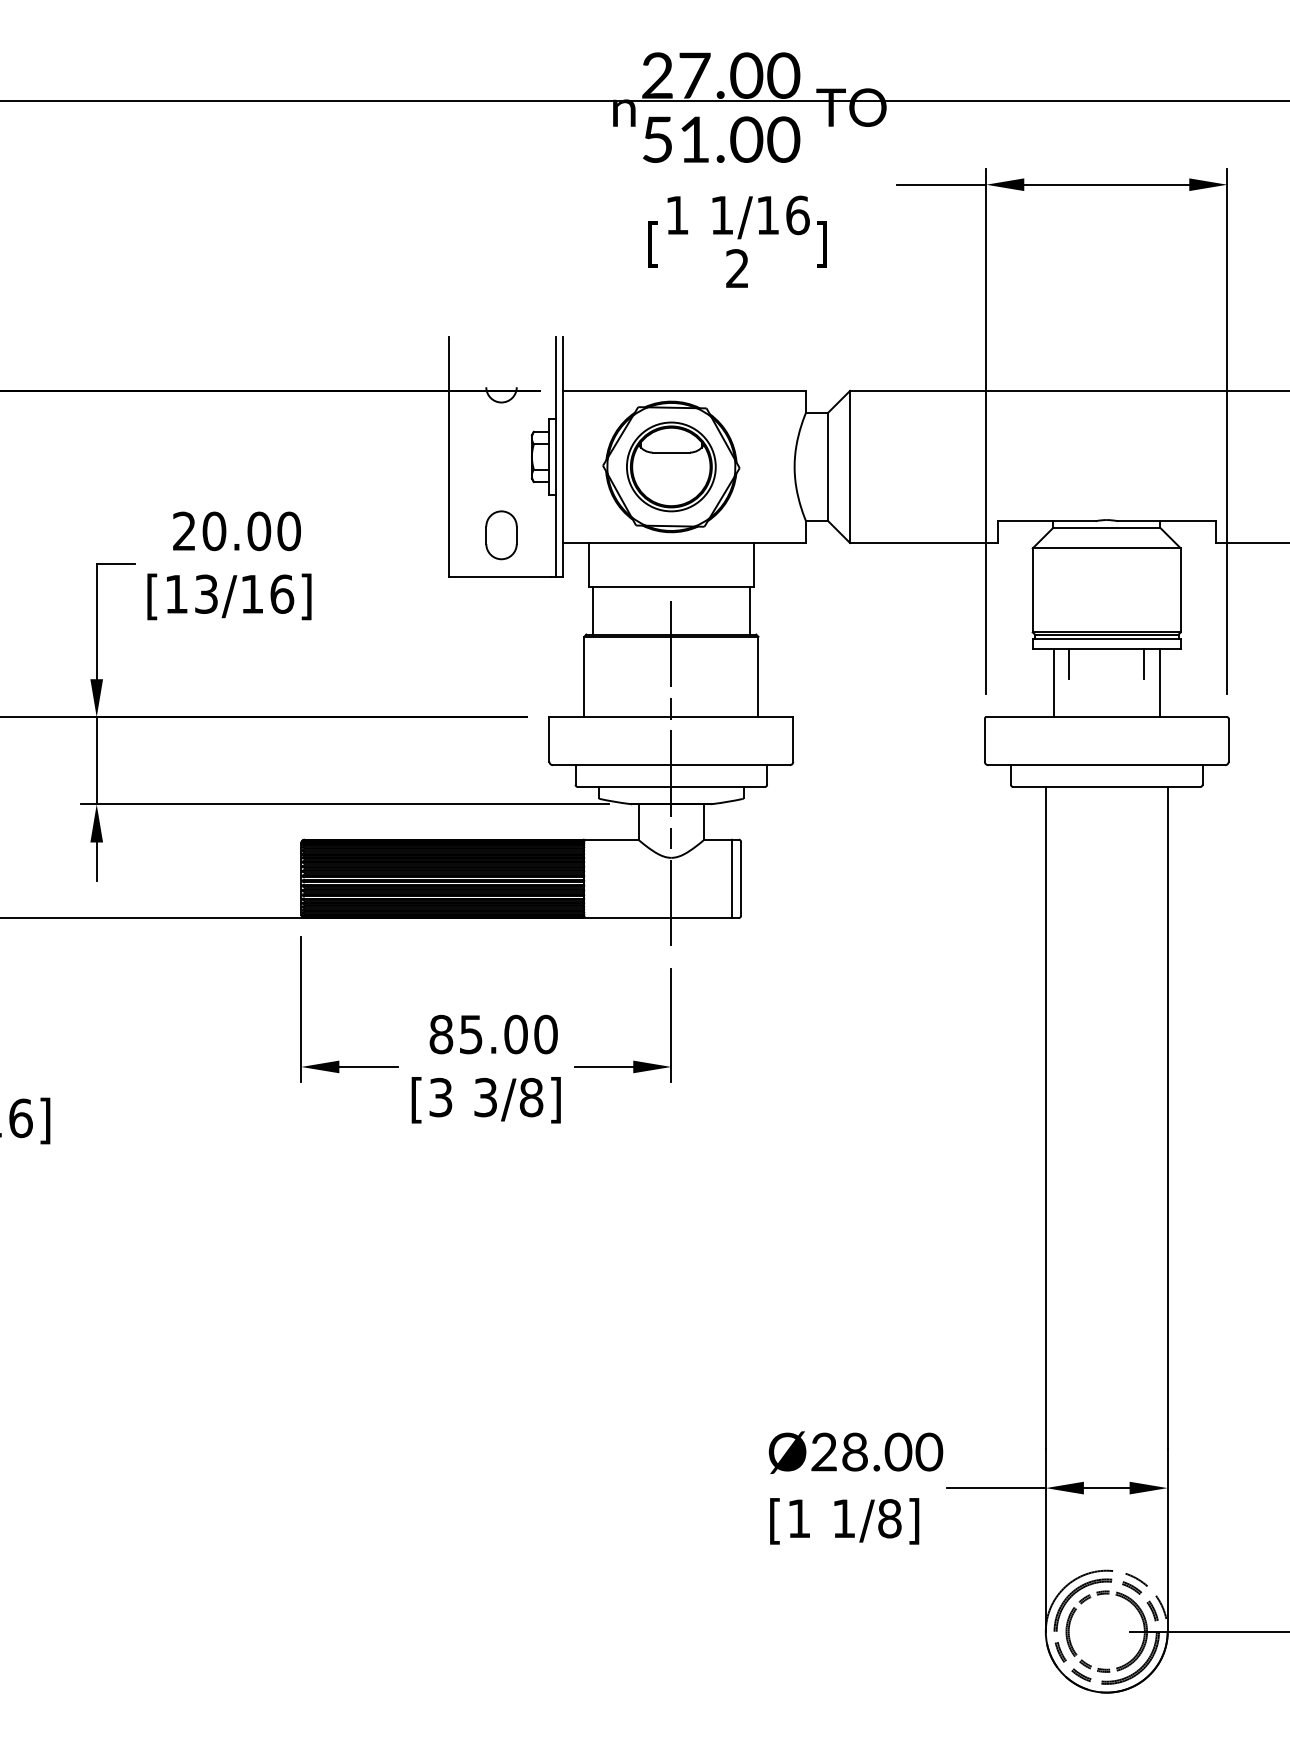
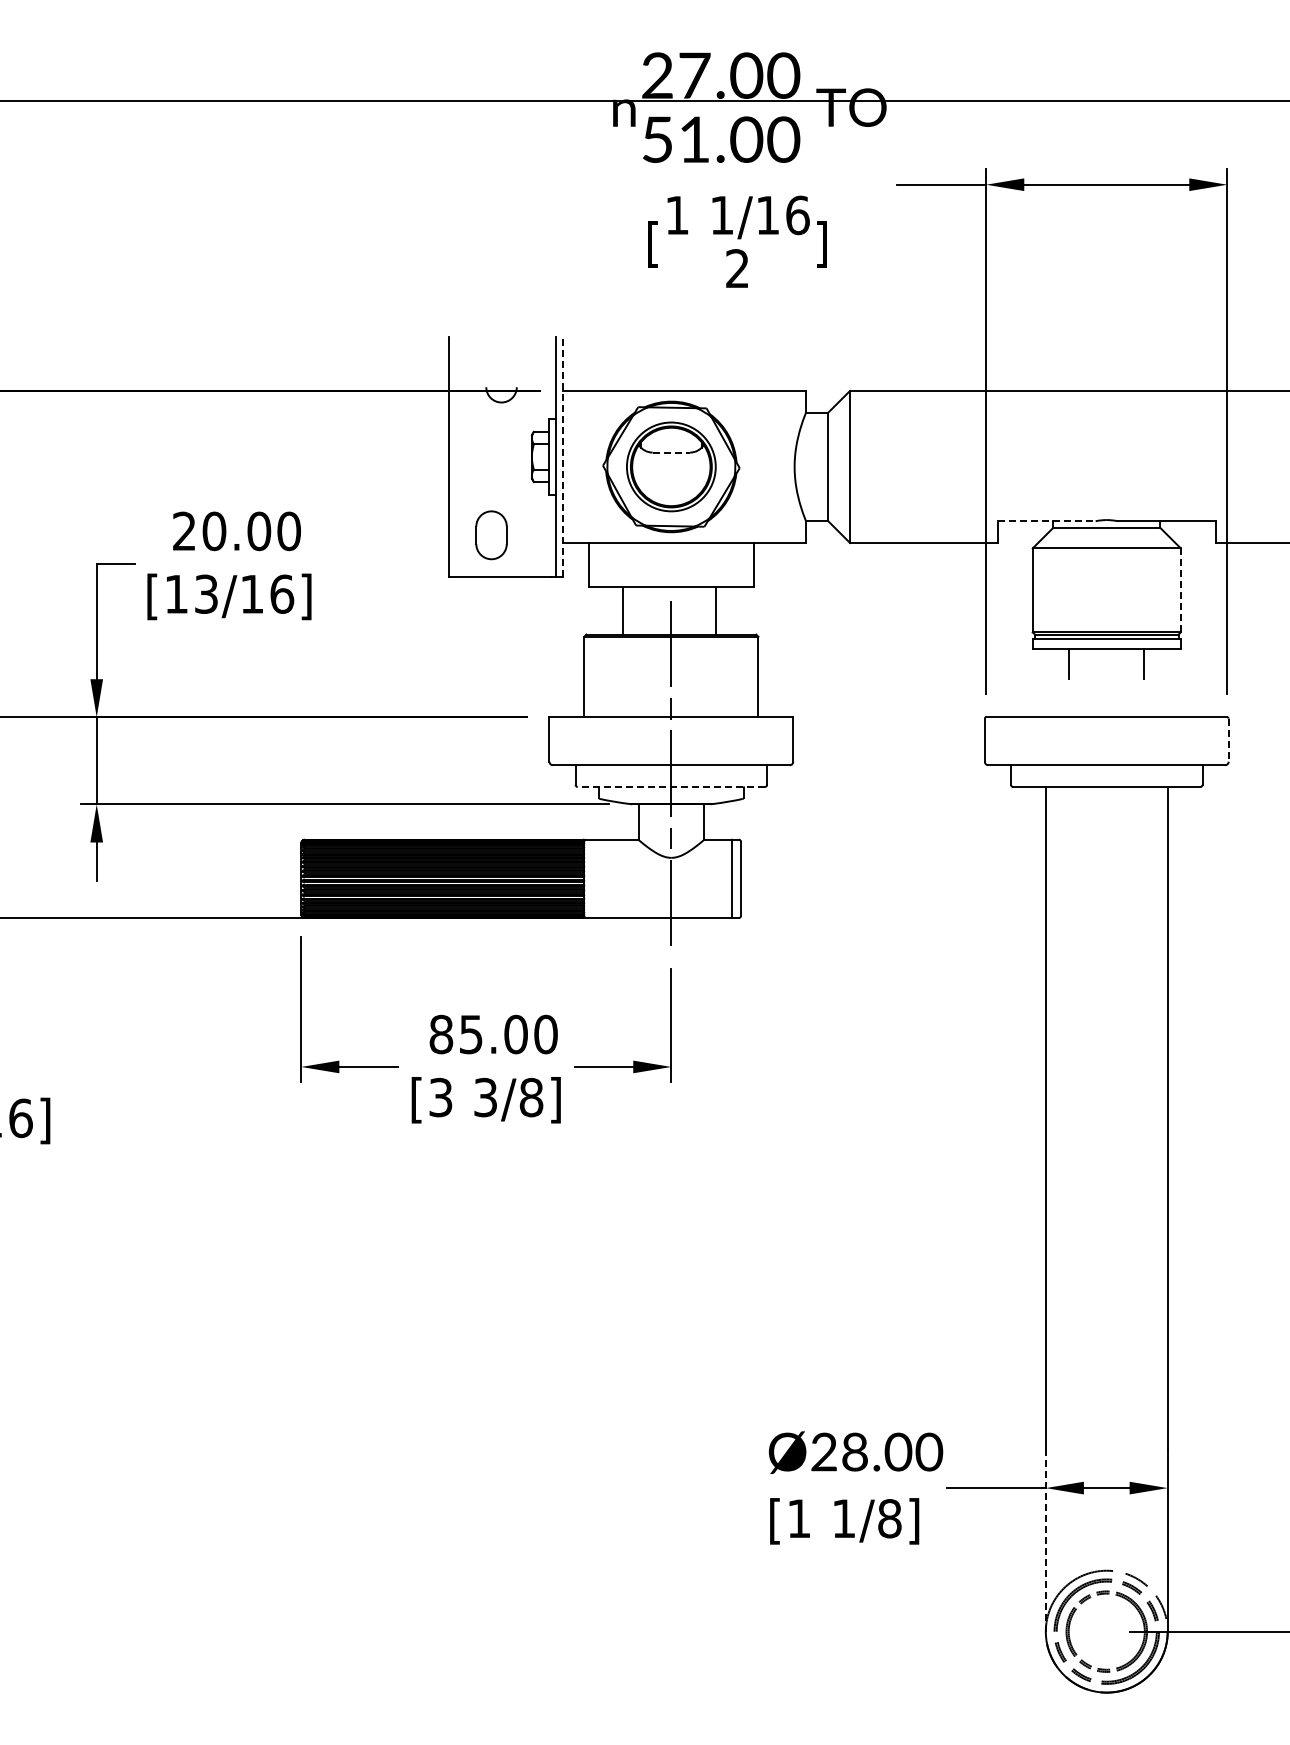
line at (671, 452): solid -> dashed
line at (562, 456): solid -> dashed
line at (1046, 521): solid -> dashed
part at (501, 535) position: (501, 535) -> (491, 535)
line at (1180, 590): solid -> dashed
line at (592, 610) position: (592, 610) -> (622, 610)
line at (749, 610) position: (749, 610) -> (715, 610)
line at (1053, 682): present -> none
line at (1159, 682): present -> none
line at (1228, 740): solid -> dashed
line at (671, 786): solid -> dashed
line at (1045, 1540): solid -> dashed
